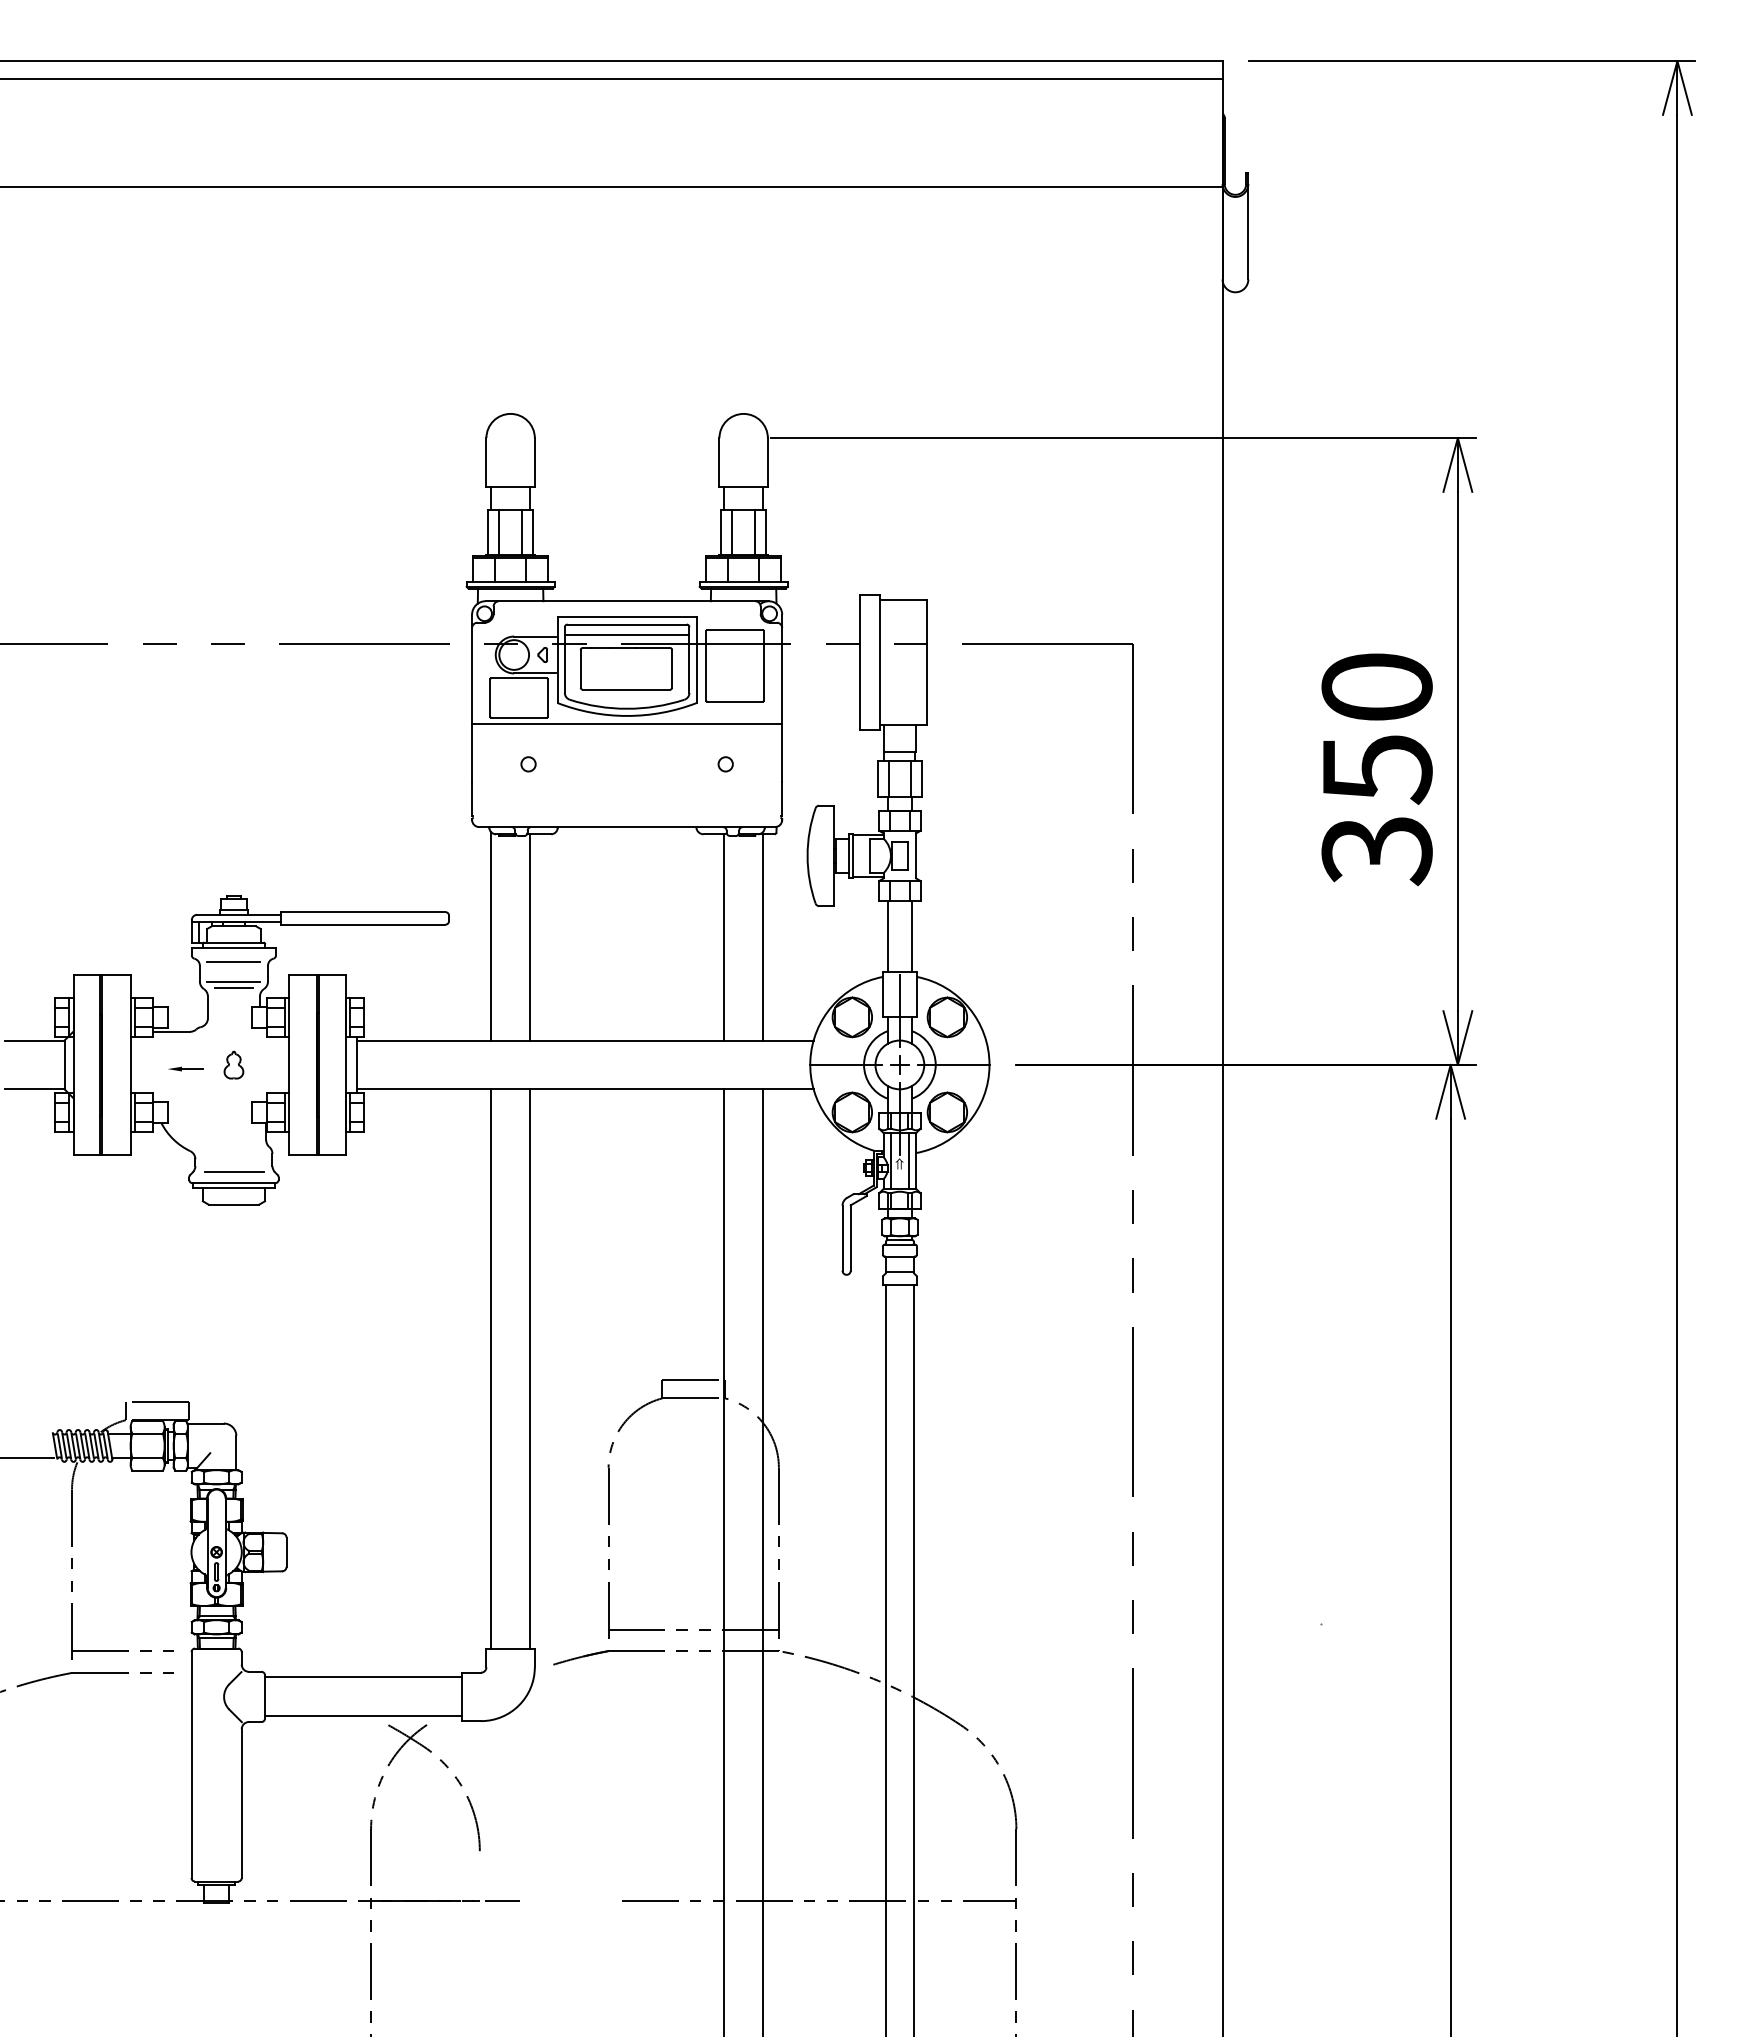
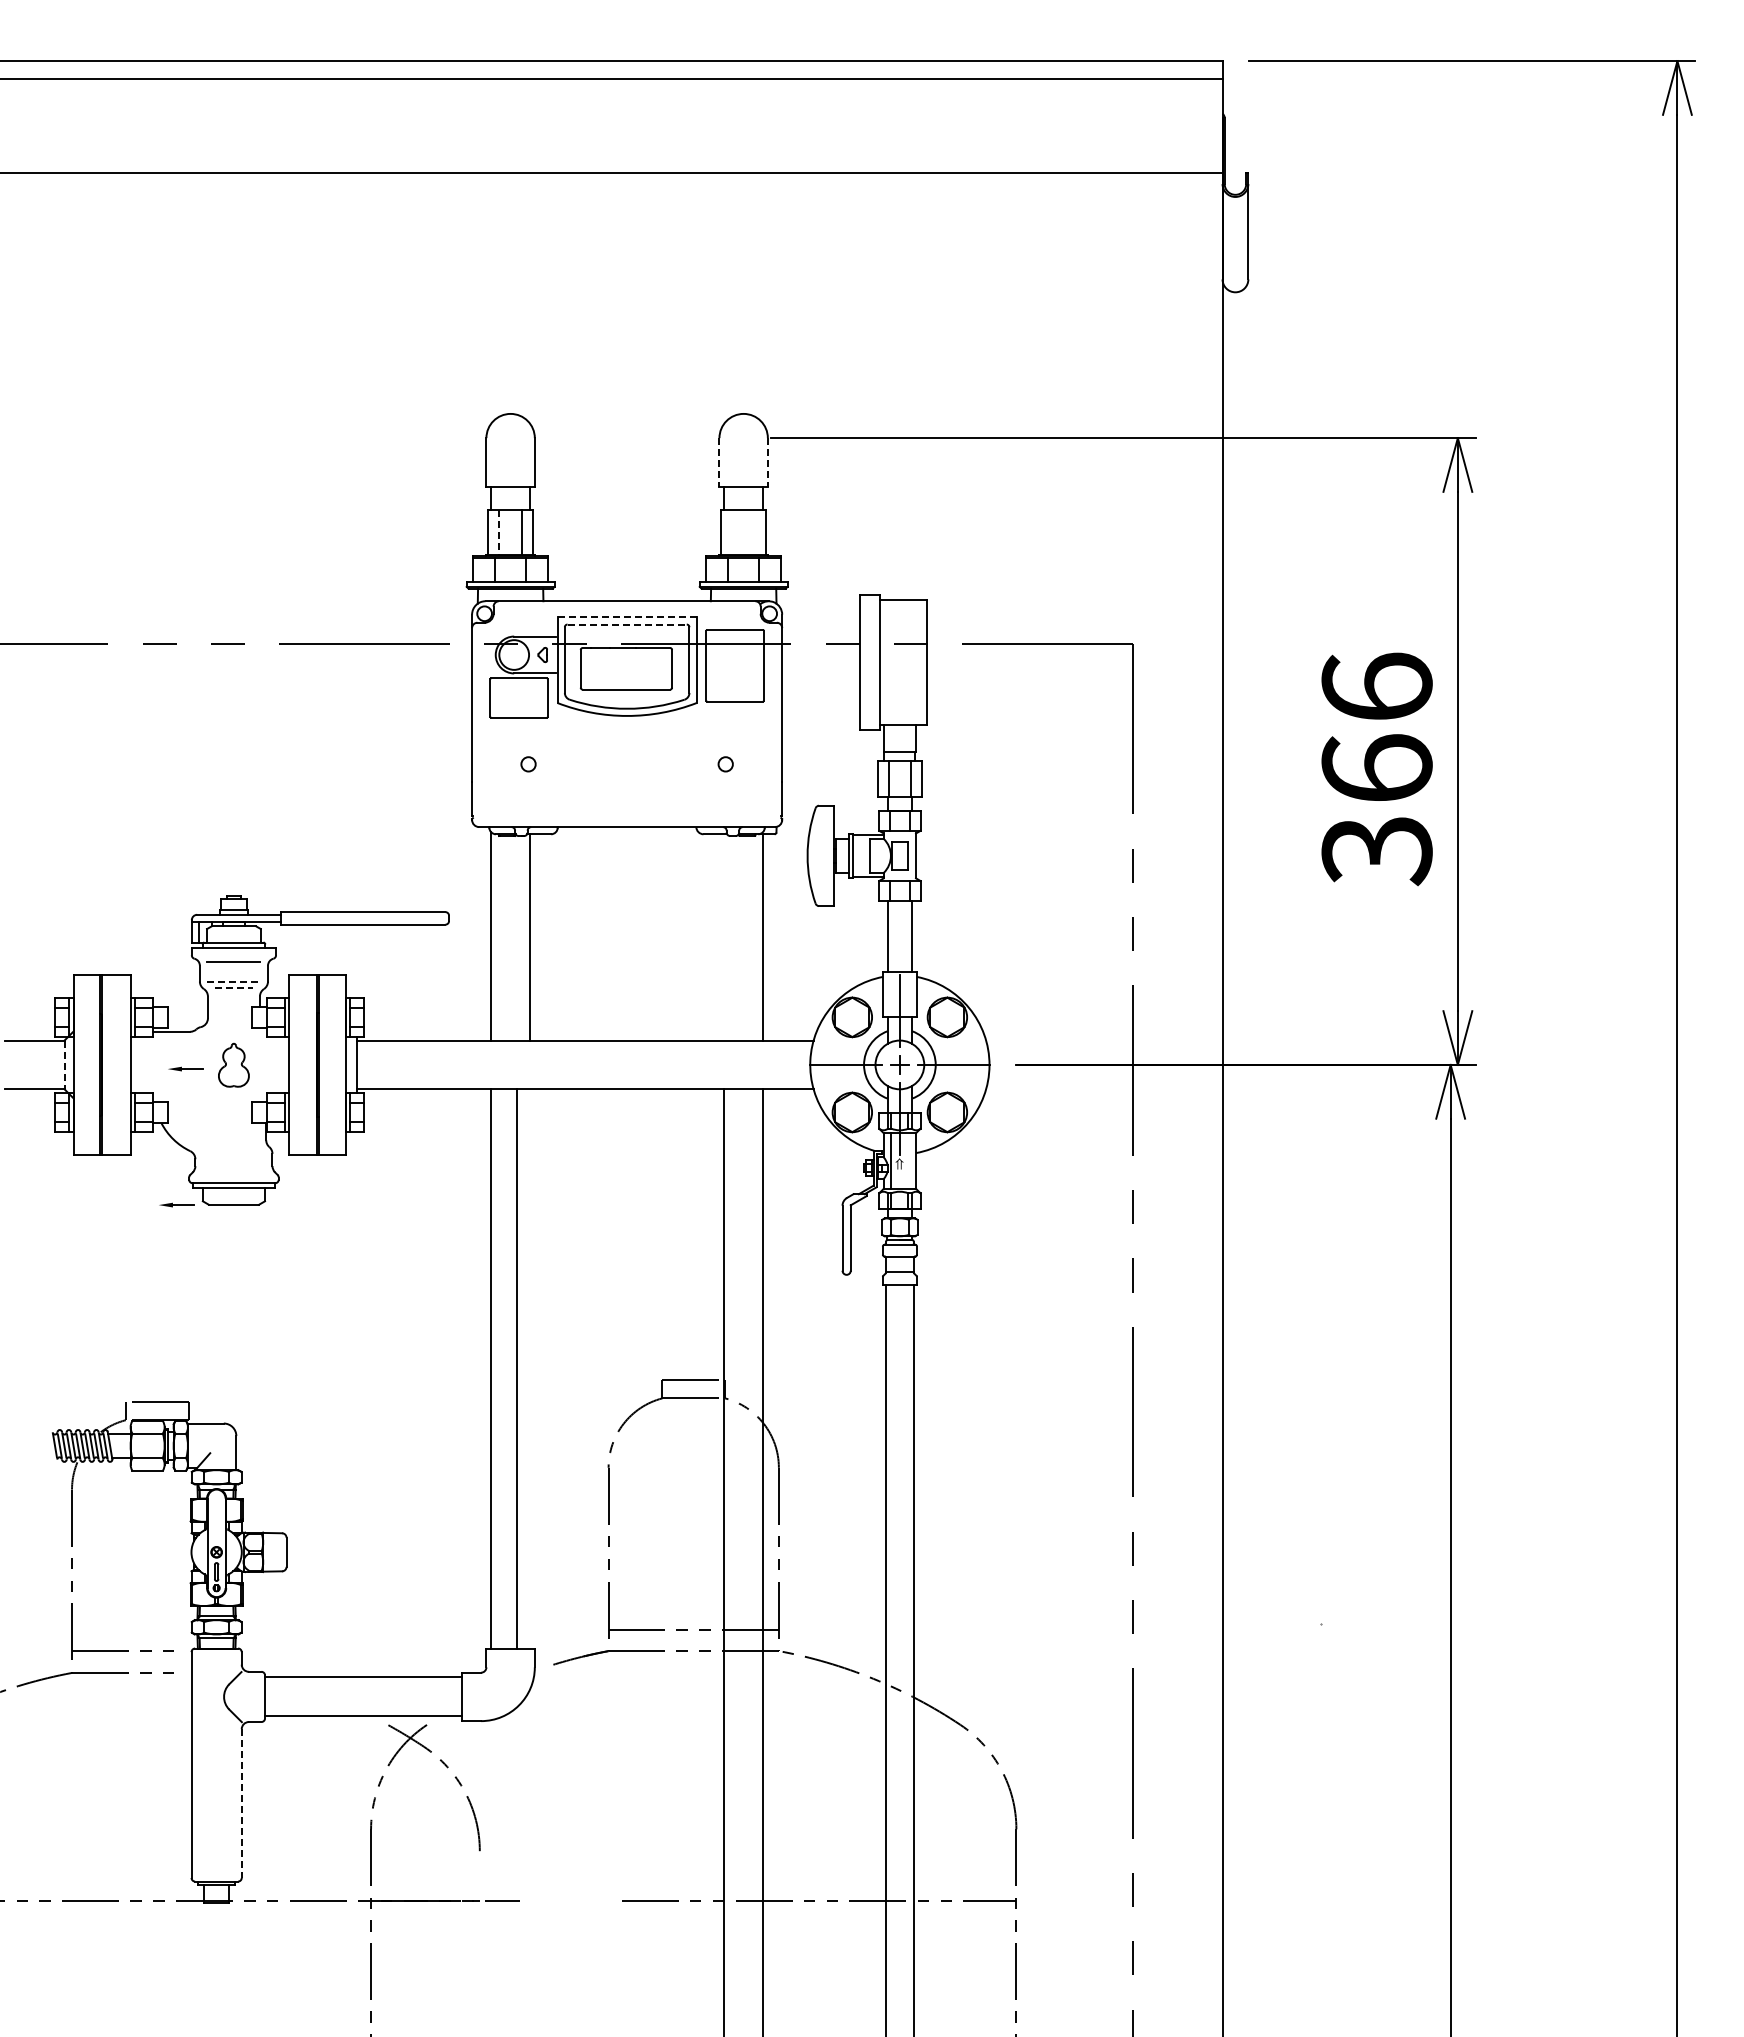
line at (612, 186) position: (612, 186) -> (612, 172)
line at (719, 462): solid -> dashed
line at (767, 462): solid -> dashed
line at (732, 531): present -> none
line at (754, 531): present -> none
line at (499, 532): solid -> dashed
line at (627, 617): solid -> dashed
line at (627, 624): solid -> dashed
line at (626, 634): present -> none
line at (627, 724): present -> none
text at (1376, 728): 350 -> 366
line at (724, 937): present -> none
line at (233, 981): solid -> dashed
line at (233, 988): solid -> dashed
part at (233, 1064) size: 22x30 px -> 32x46 px
line at (64, 1065): solid -> dashed
line at (908, 1160): present -> none
line at (234, 1172): present -> none
part at (176, 1204): none -> present
line at (530, 1368) position: (530, 1368) -> (517, 1368)
line at (27, 1458): present -> none
line at (241, 1804): solid -> dashed
